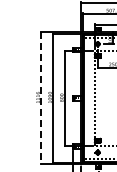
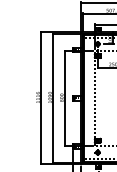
line at (41, 98): dashed -> solid
